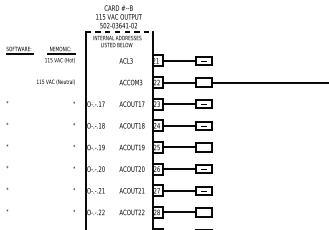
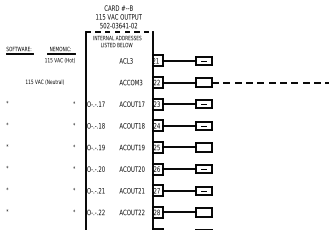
text at (55, 81) position: (55, 81) -> (44, 81)
line at (270, 82): solid -> dashed
